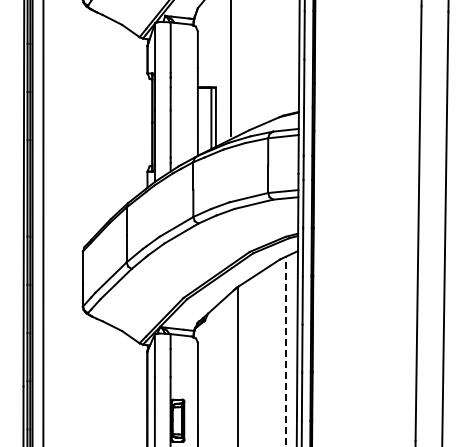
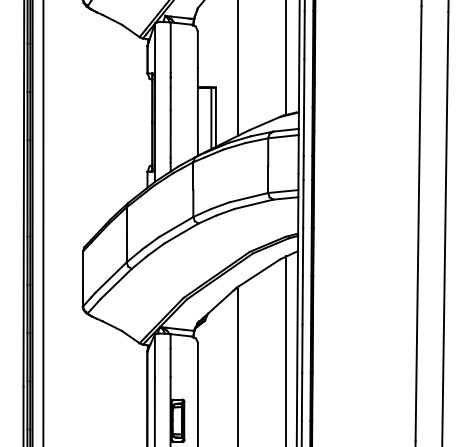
line at (286, 58): none -> present
line at (231, 68) position: (231, 68) -> (238, 68)
line at (286, 351): dashed -> solid
